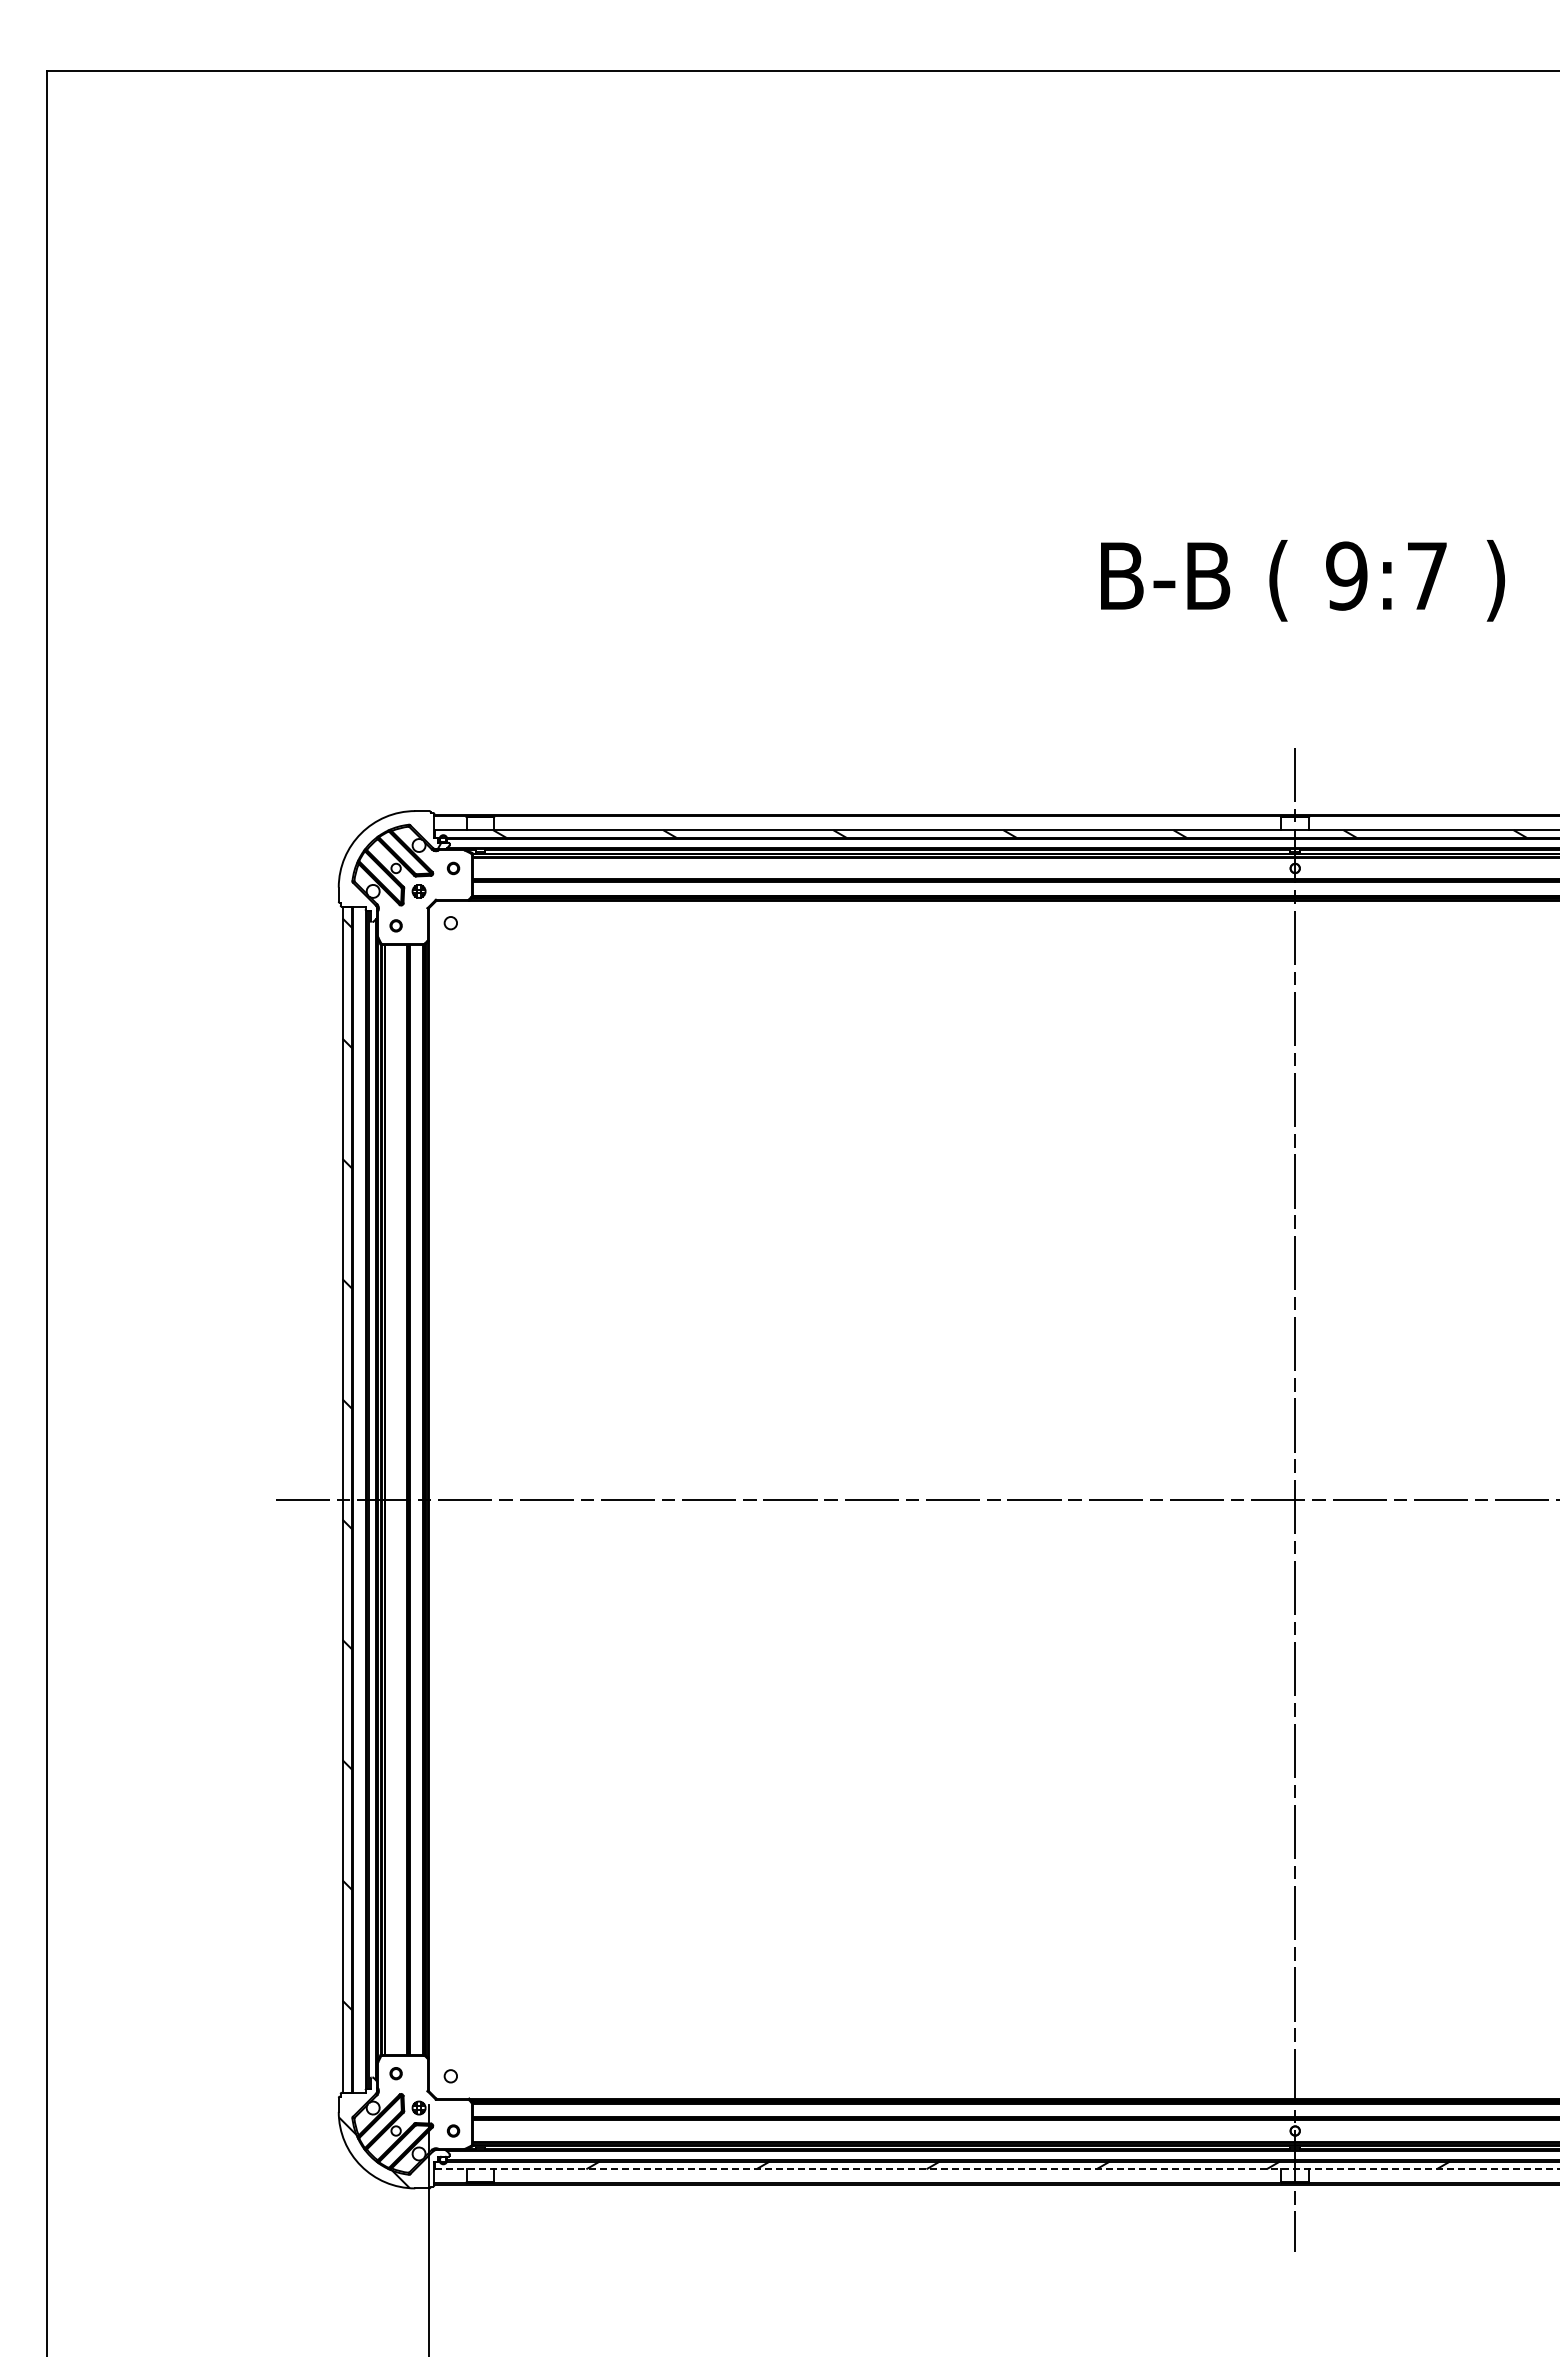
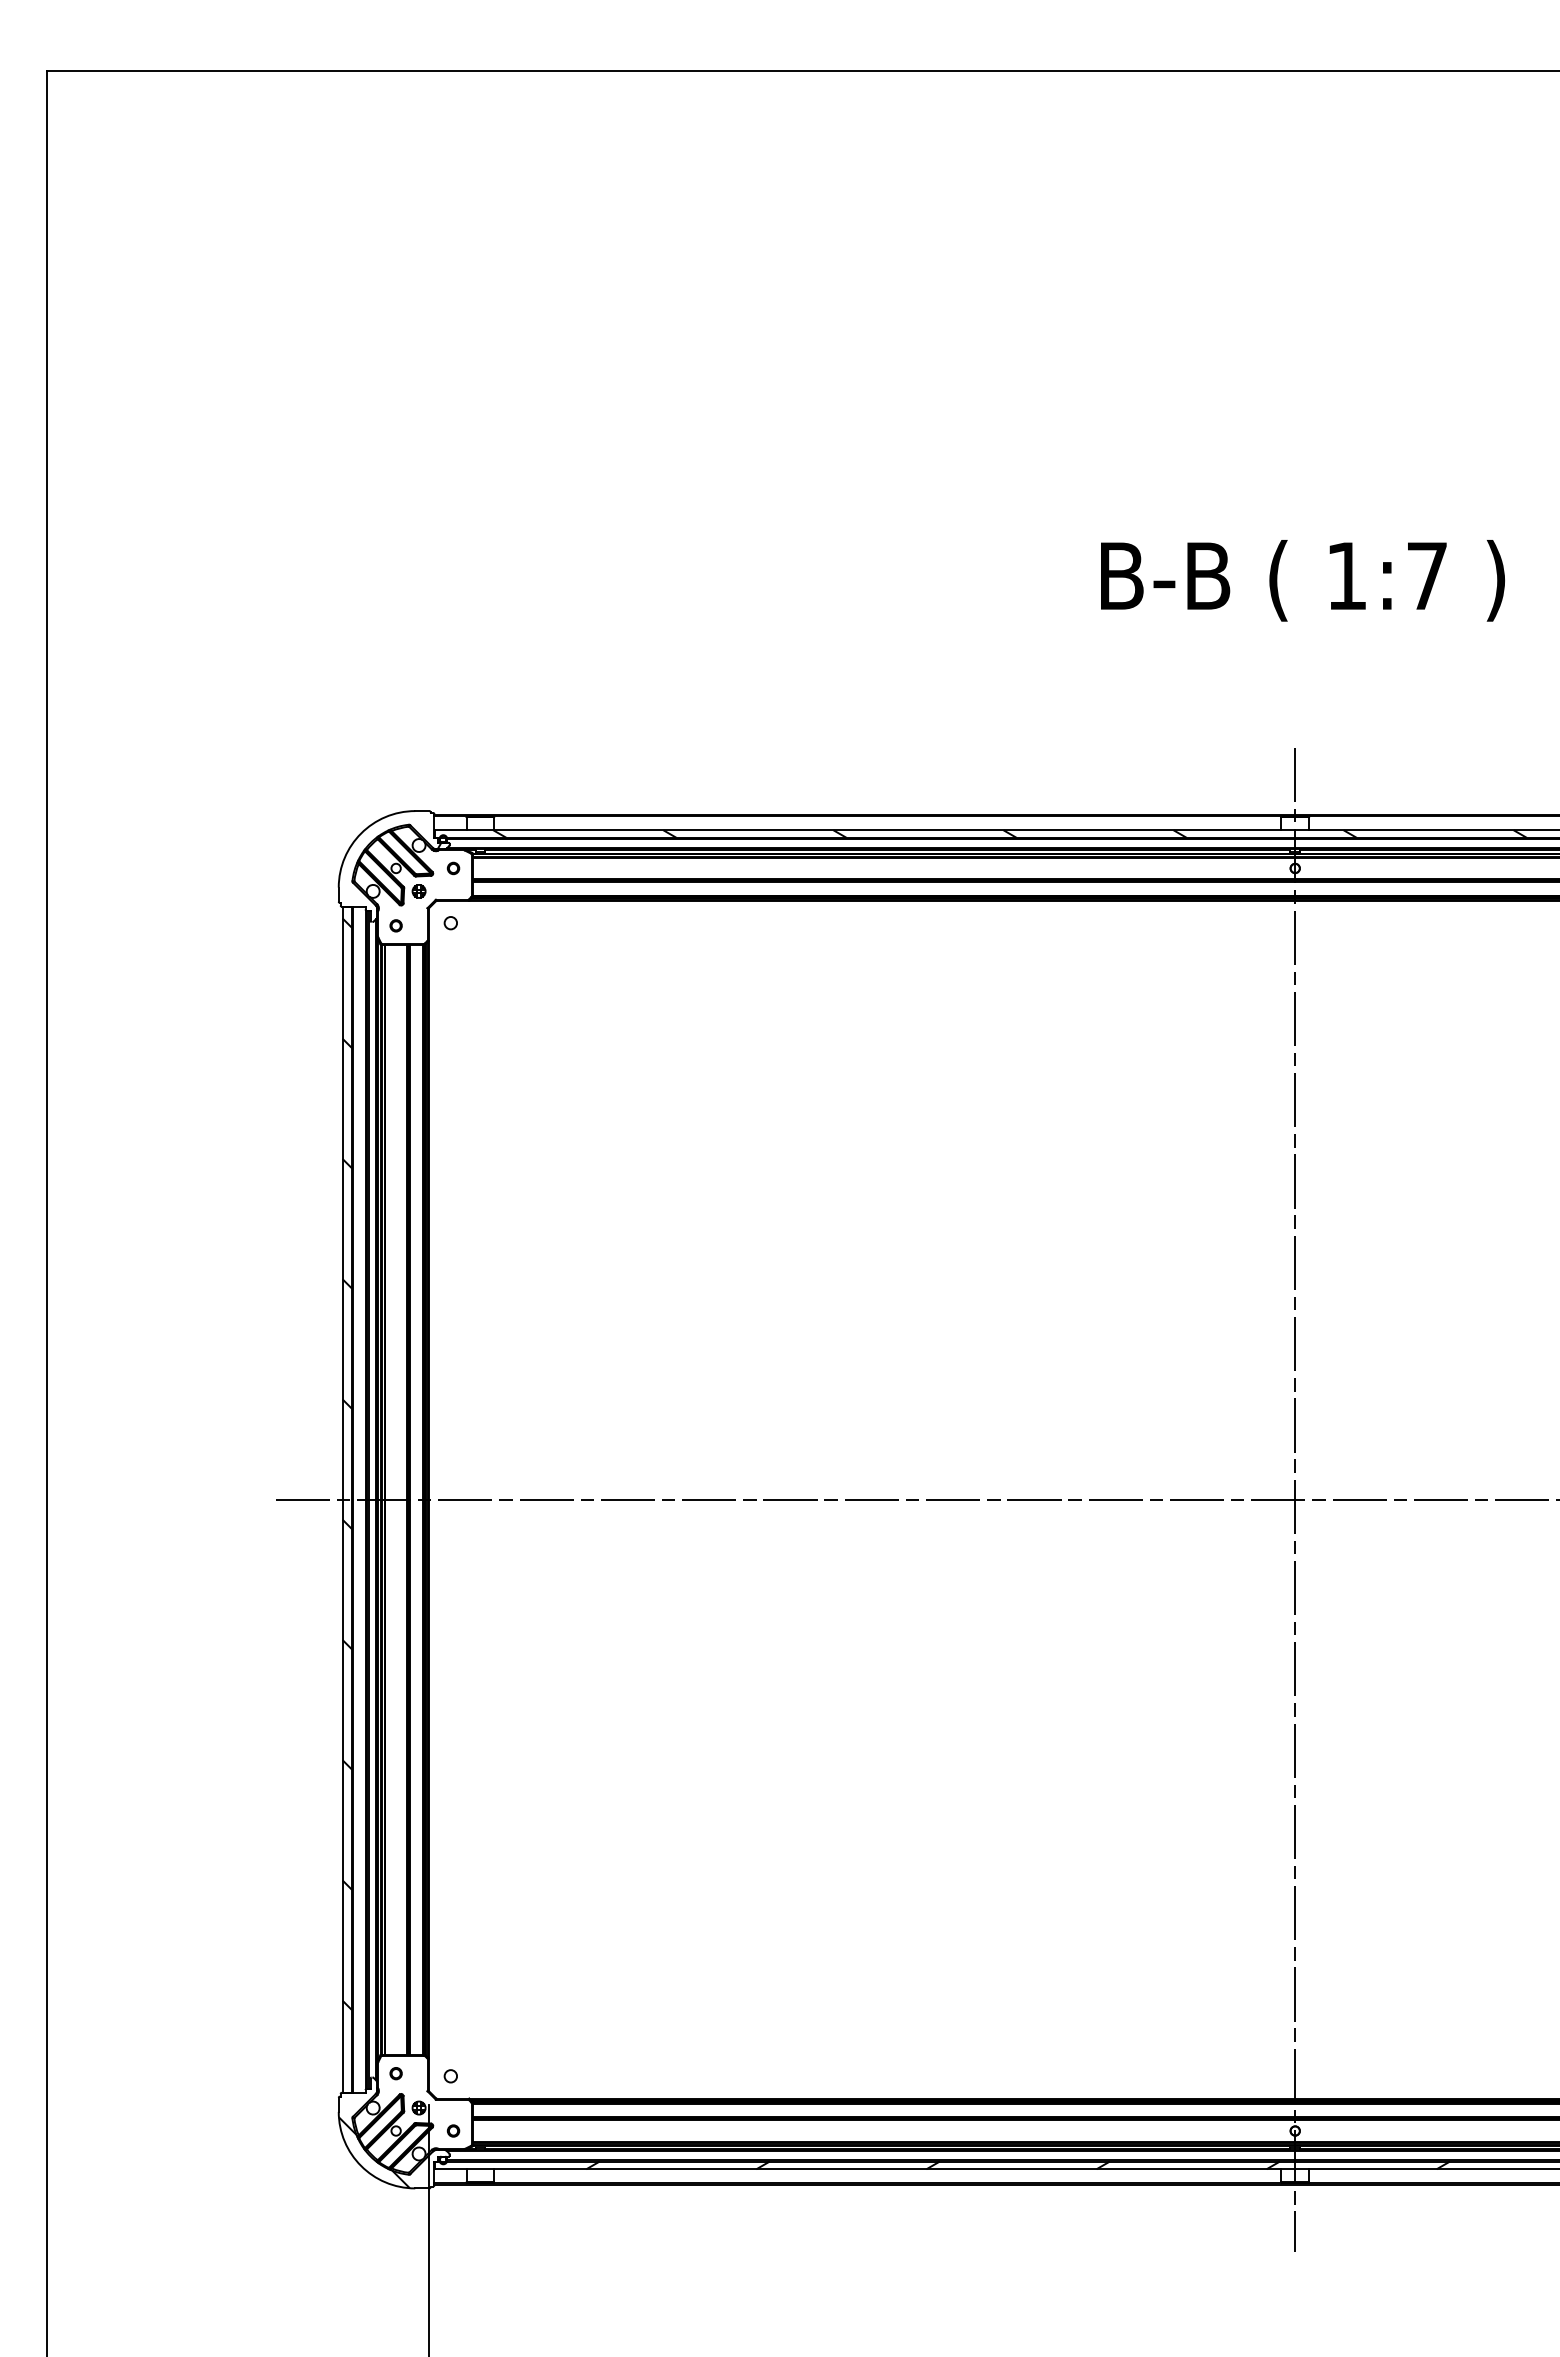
text at (1346, 575): 9:7 -> 1:7
line at (997, 2169): dashed -> solid
